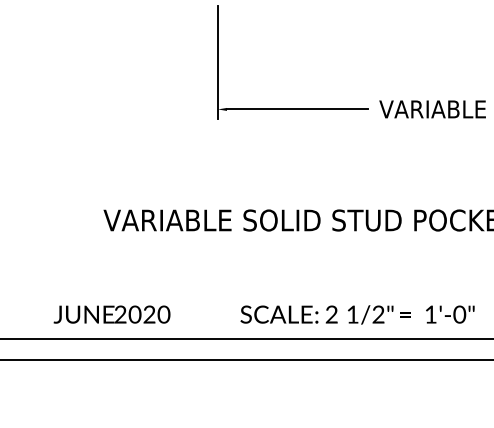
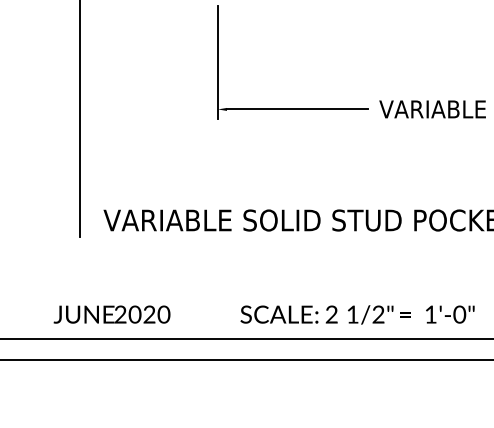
line at (80, 119): none -> present
